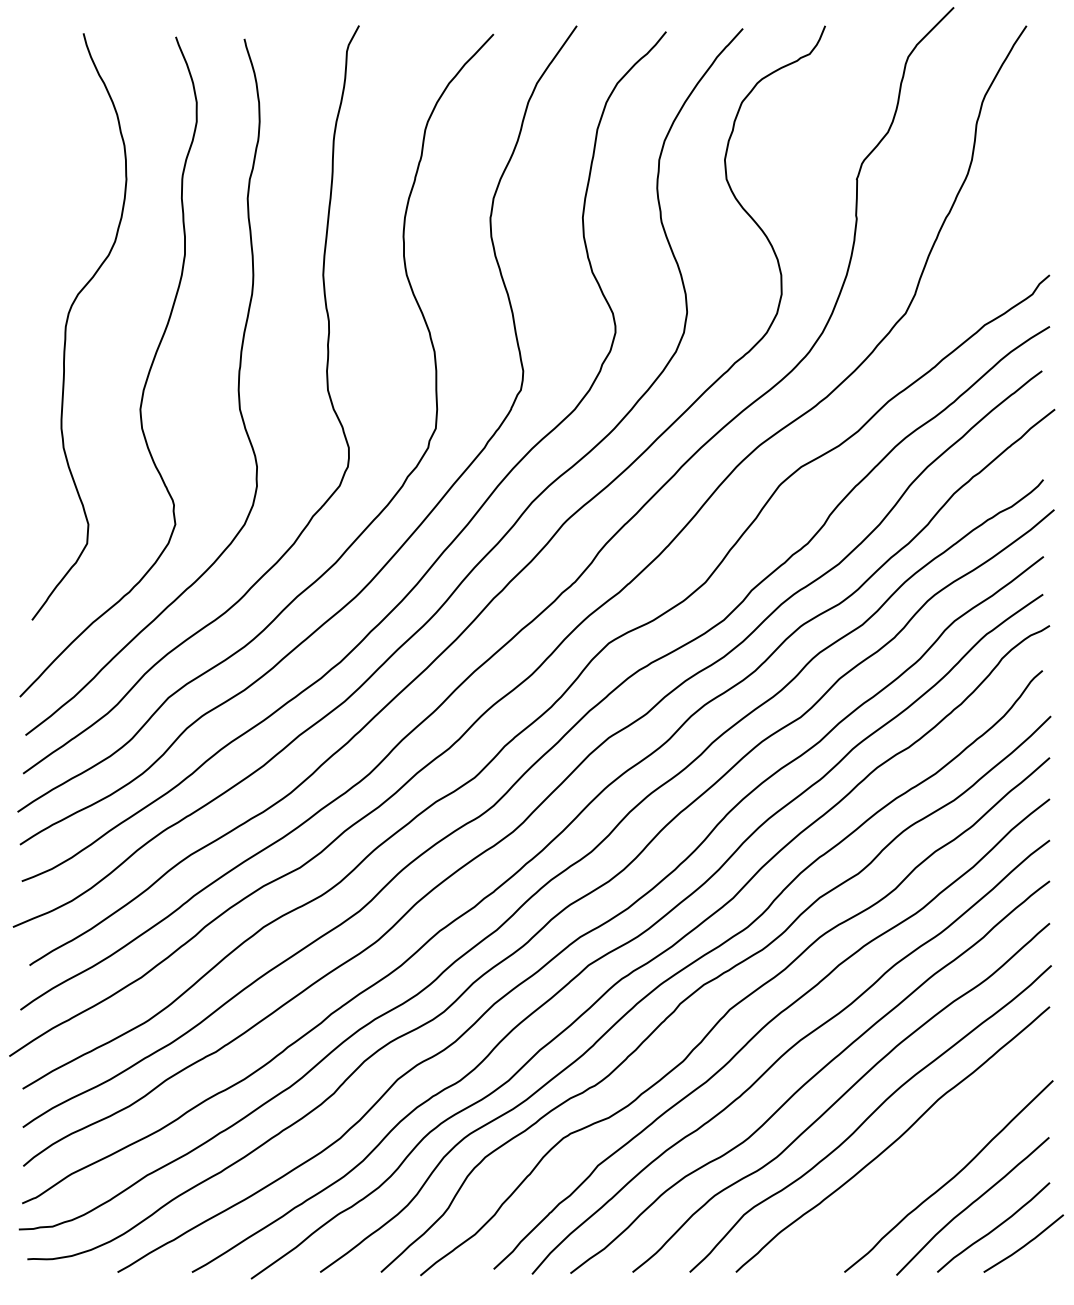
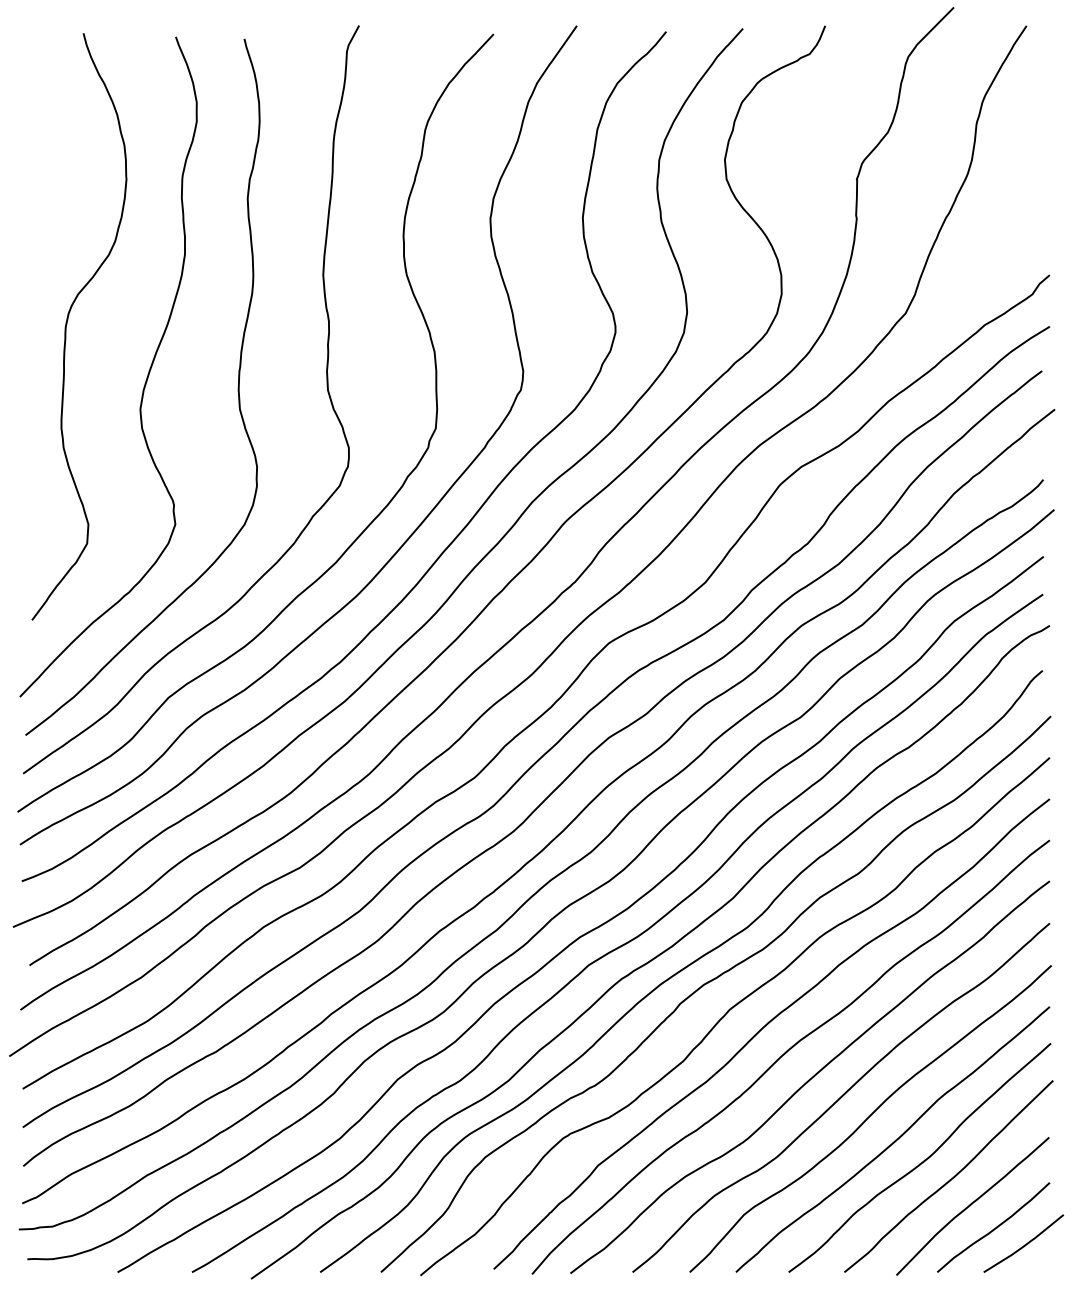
curve at (923, 1160): none -> present
